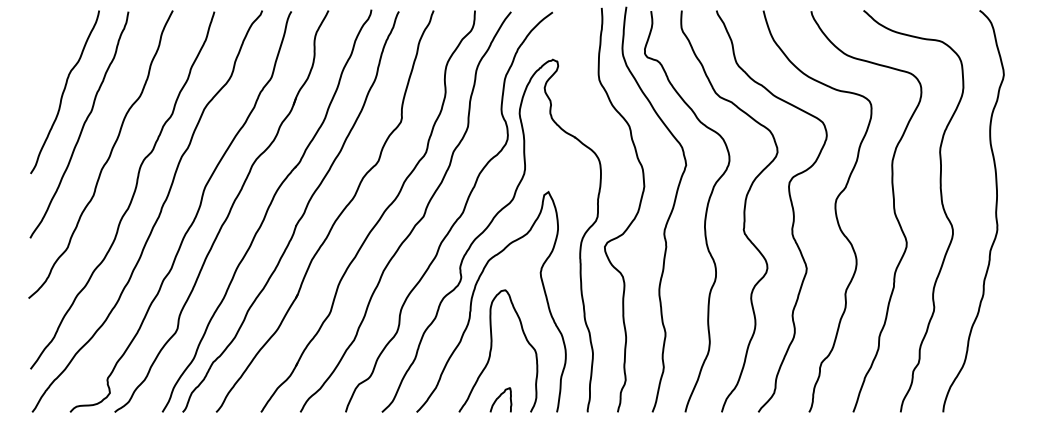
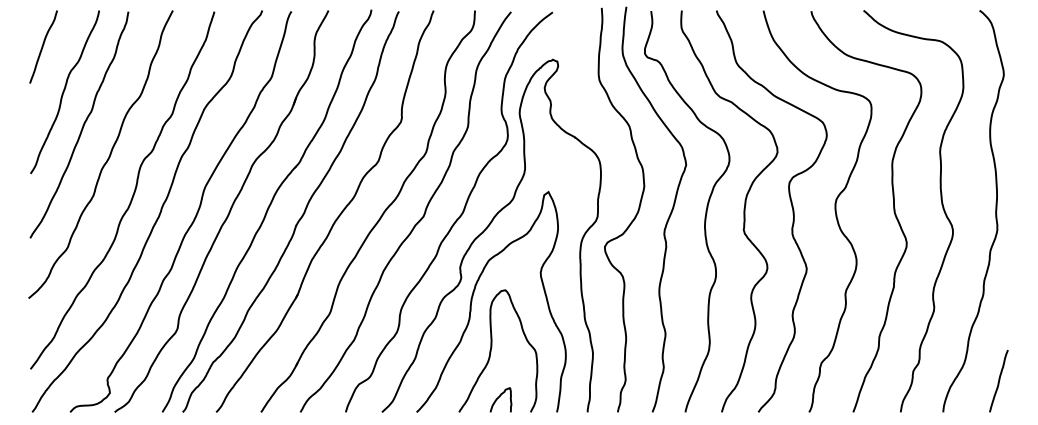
curve at (43, 46): none -> present
line at (998, 380): none -> present
